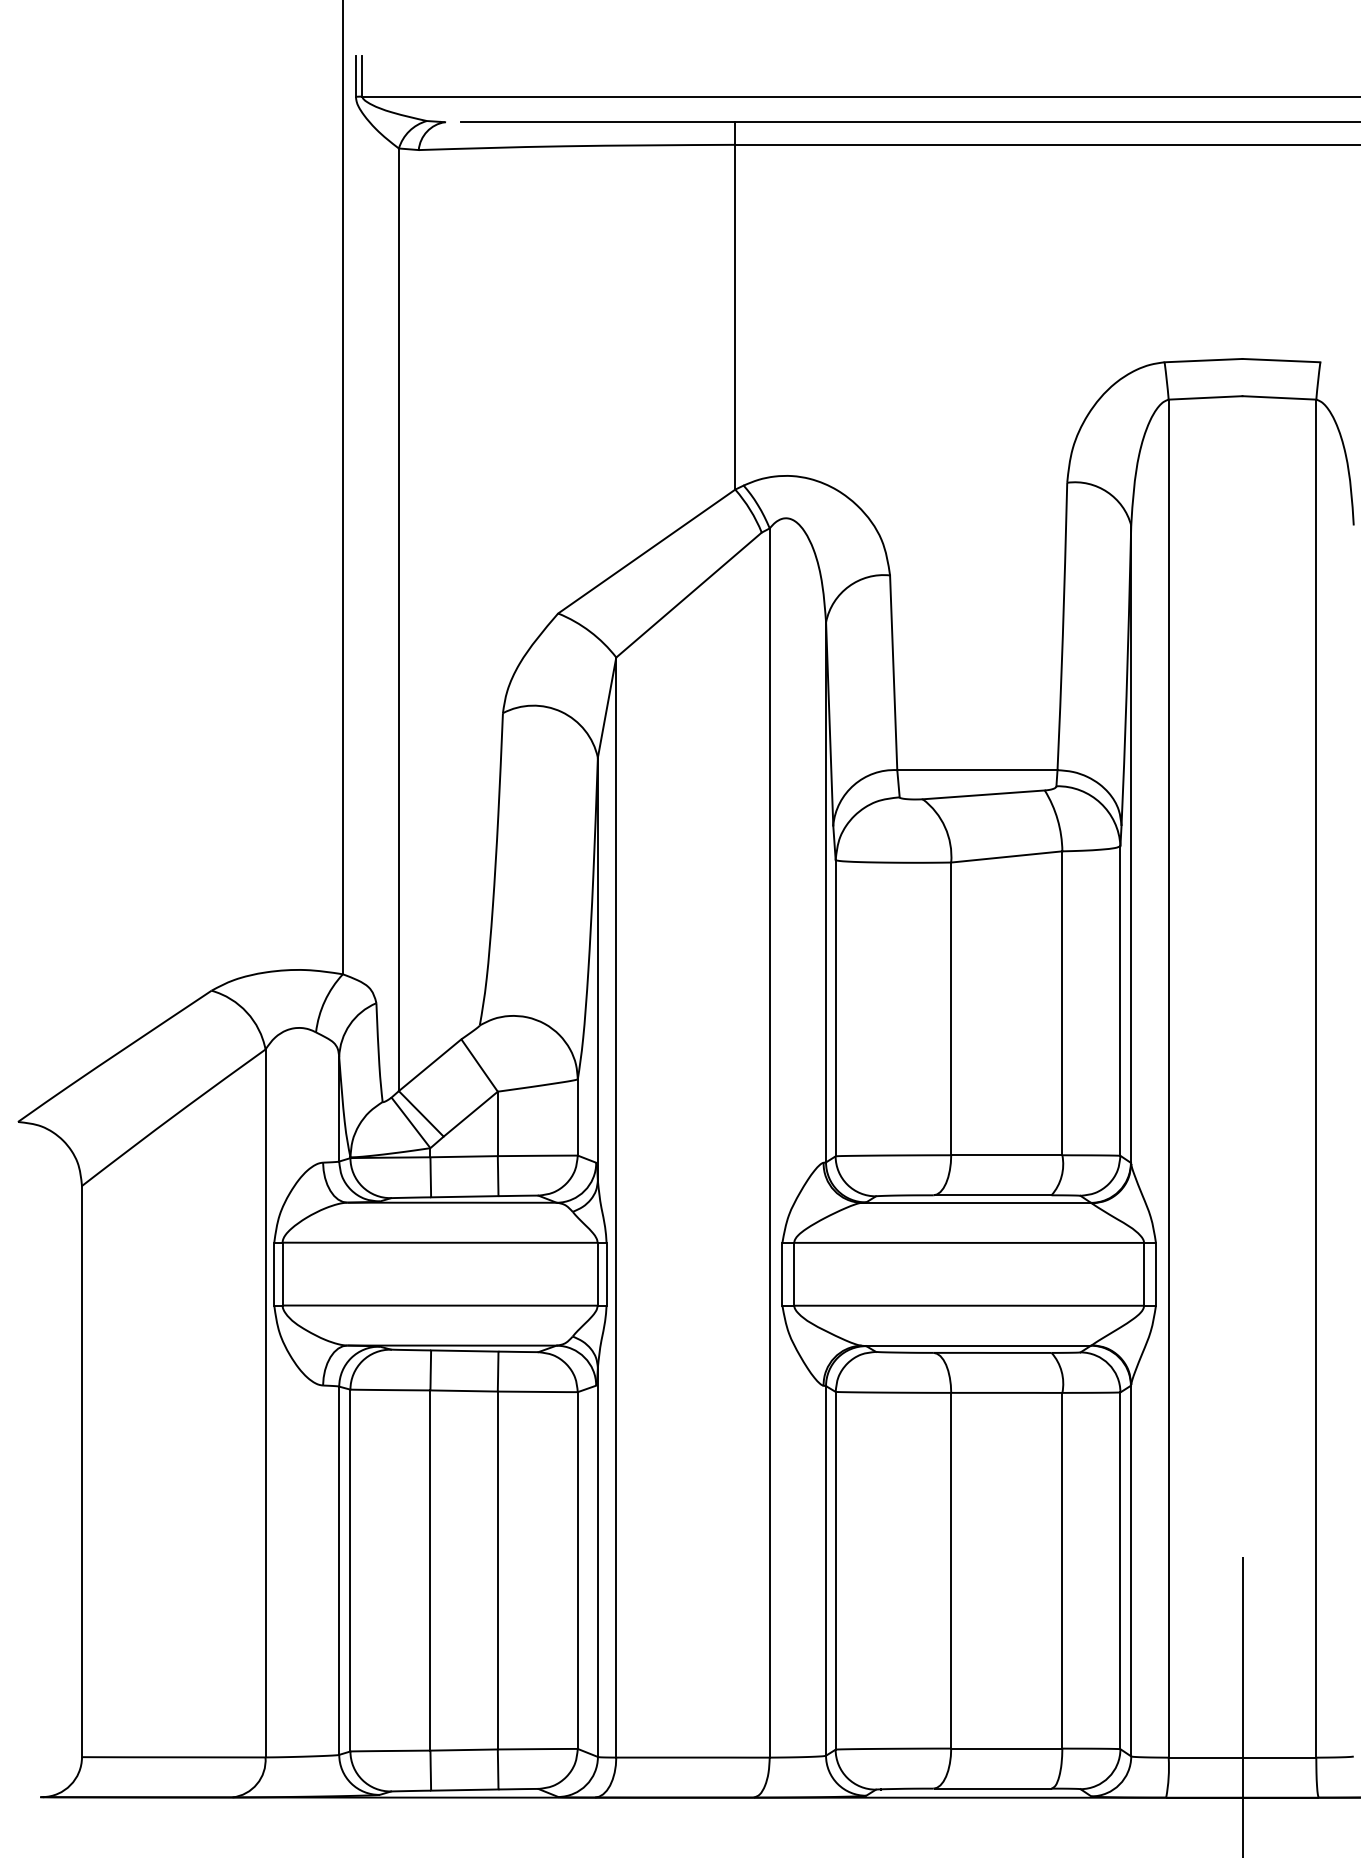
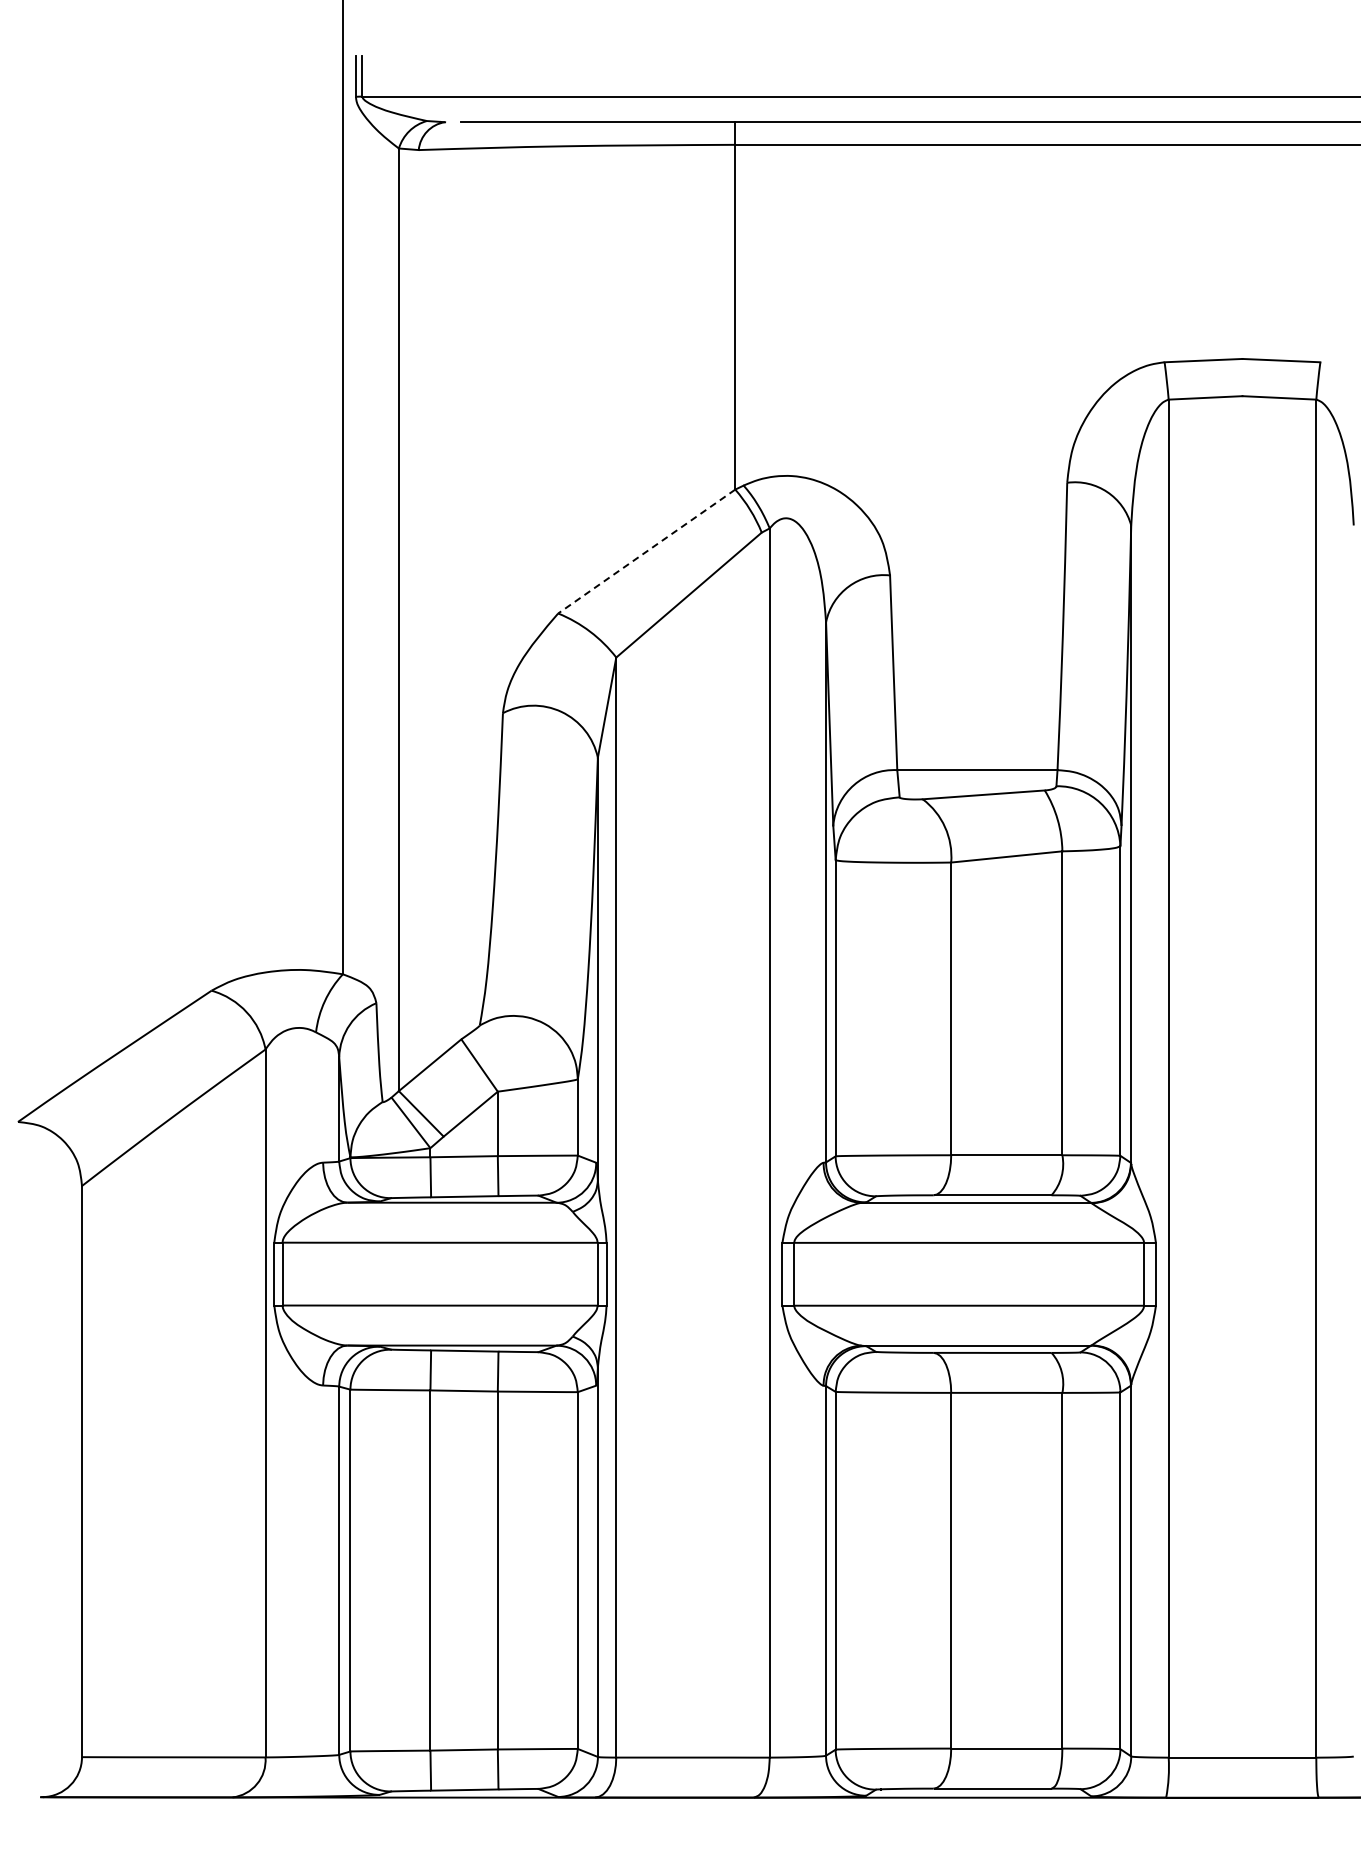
line at (646, 551): solid -> dashed
line at (1242, 1705): present -> none
